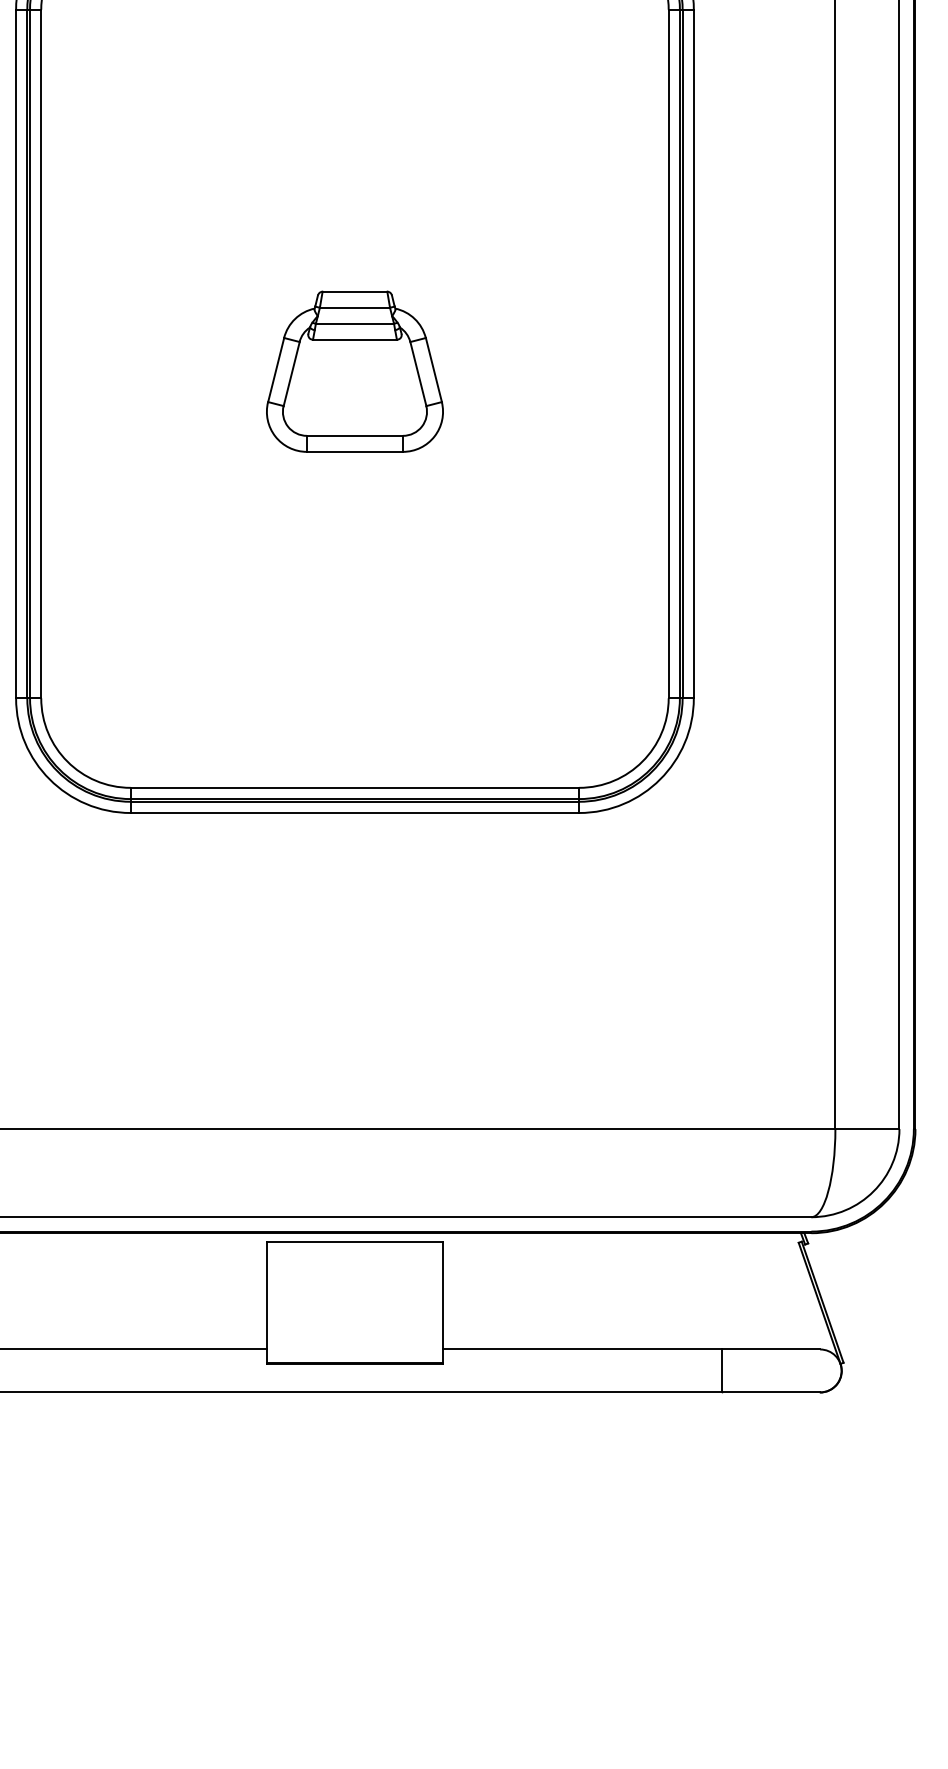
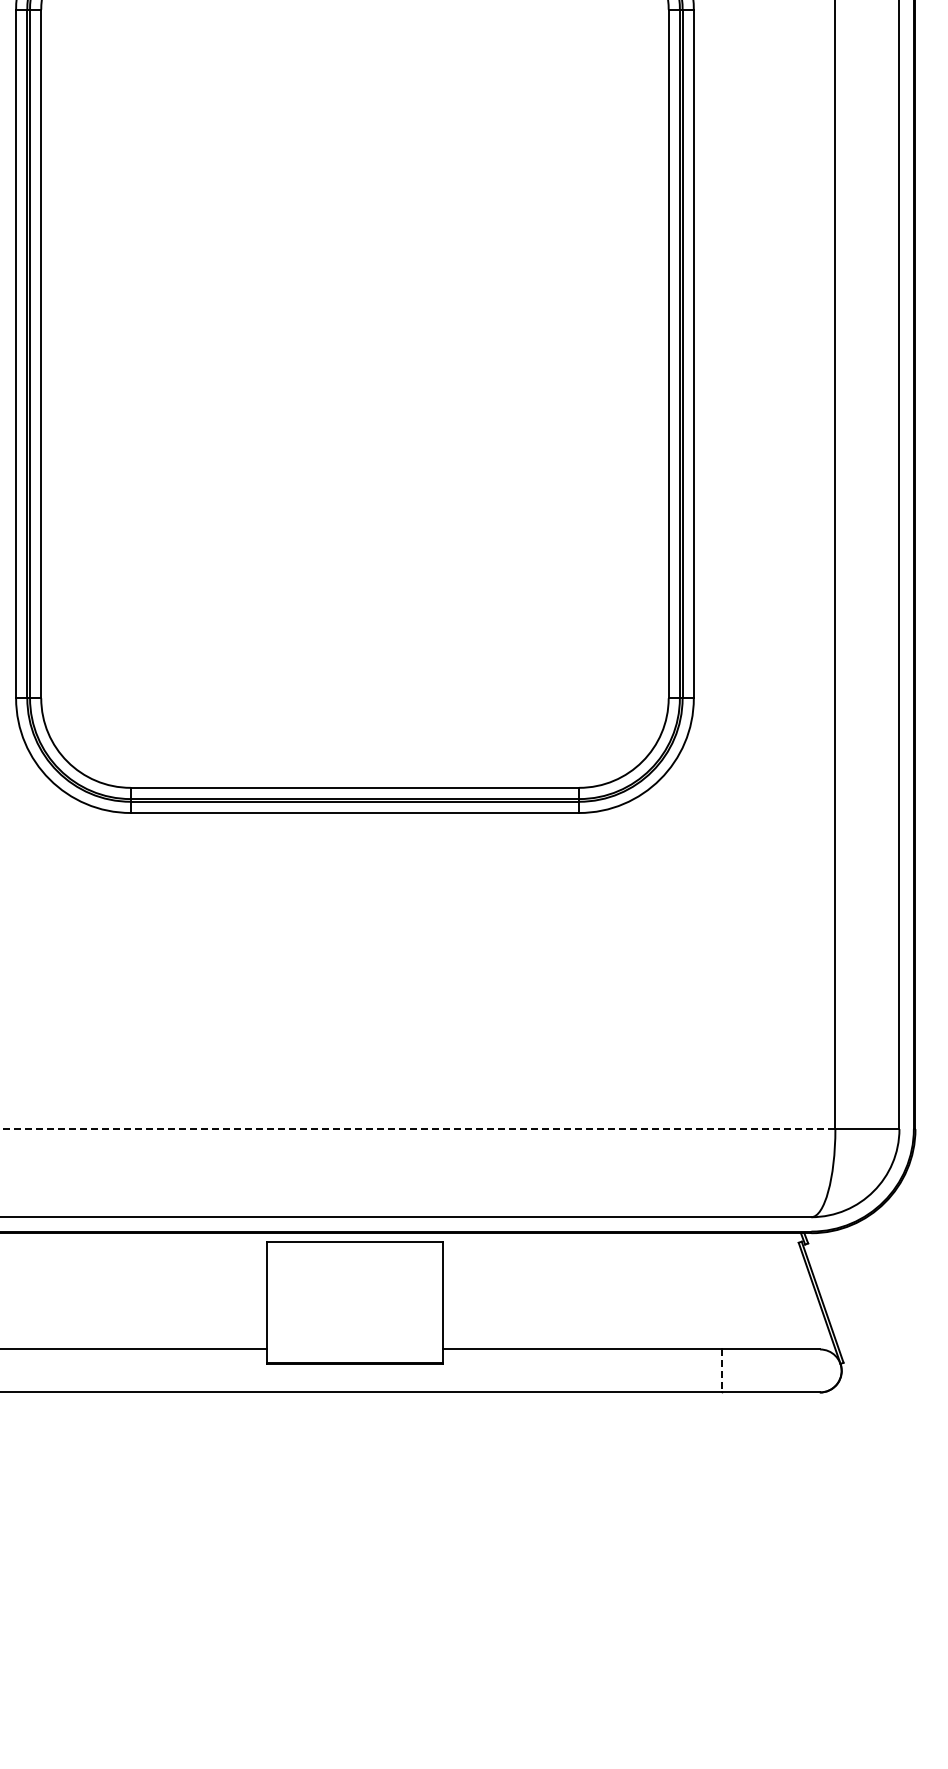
part at (354, 371): present -> none
line at (417, 1129): solid -> dashed
line at (721, 1370): solid -> dashed
